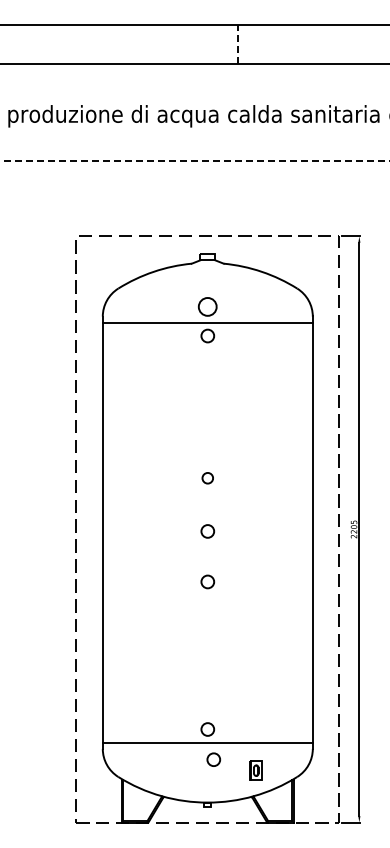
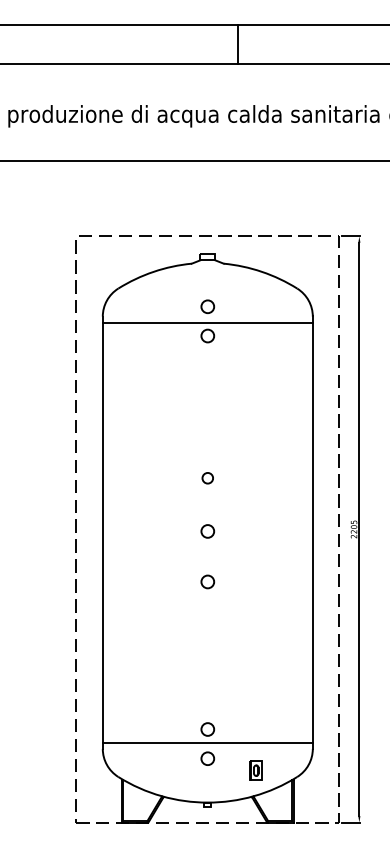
line at (238, 44): dashed -> solid
line at (195, 161): dashed -> solid
circle at (207, 306) size: 20x20 px -> 16x15 px
circle at (213, 759) position: (213, 759) -> (207, 758)
